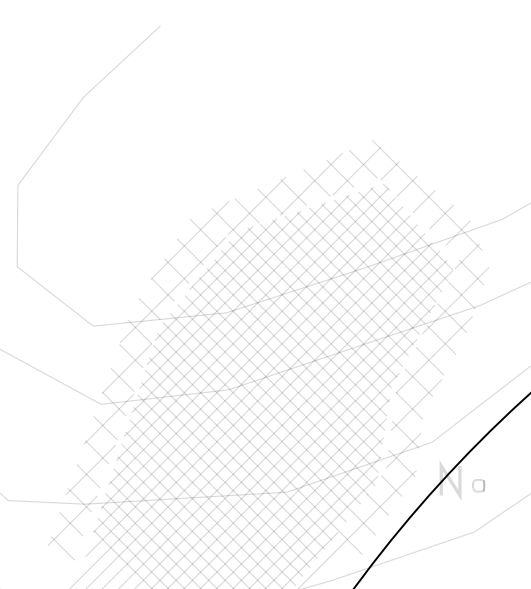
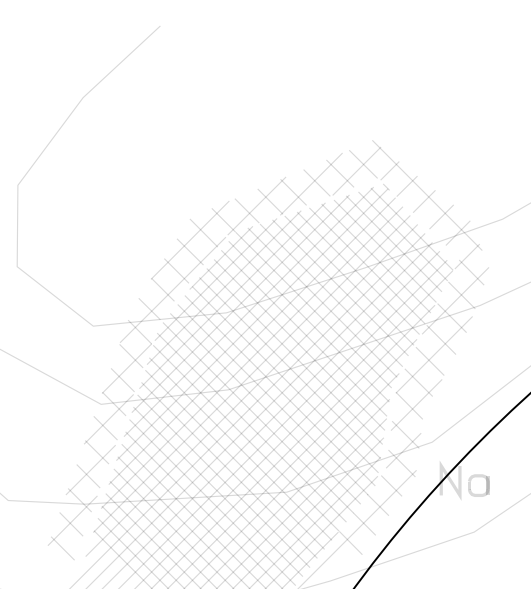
part at (478, 485) size: 13x13 px -> 22x22 px
